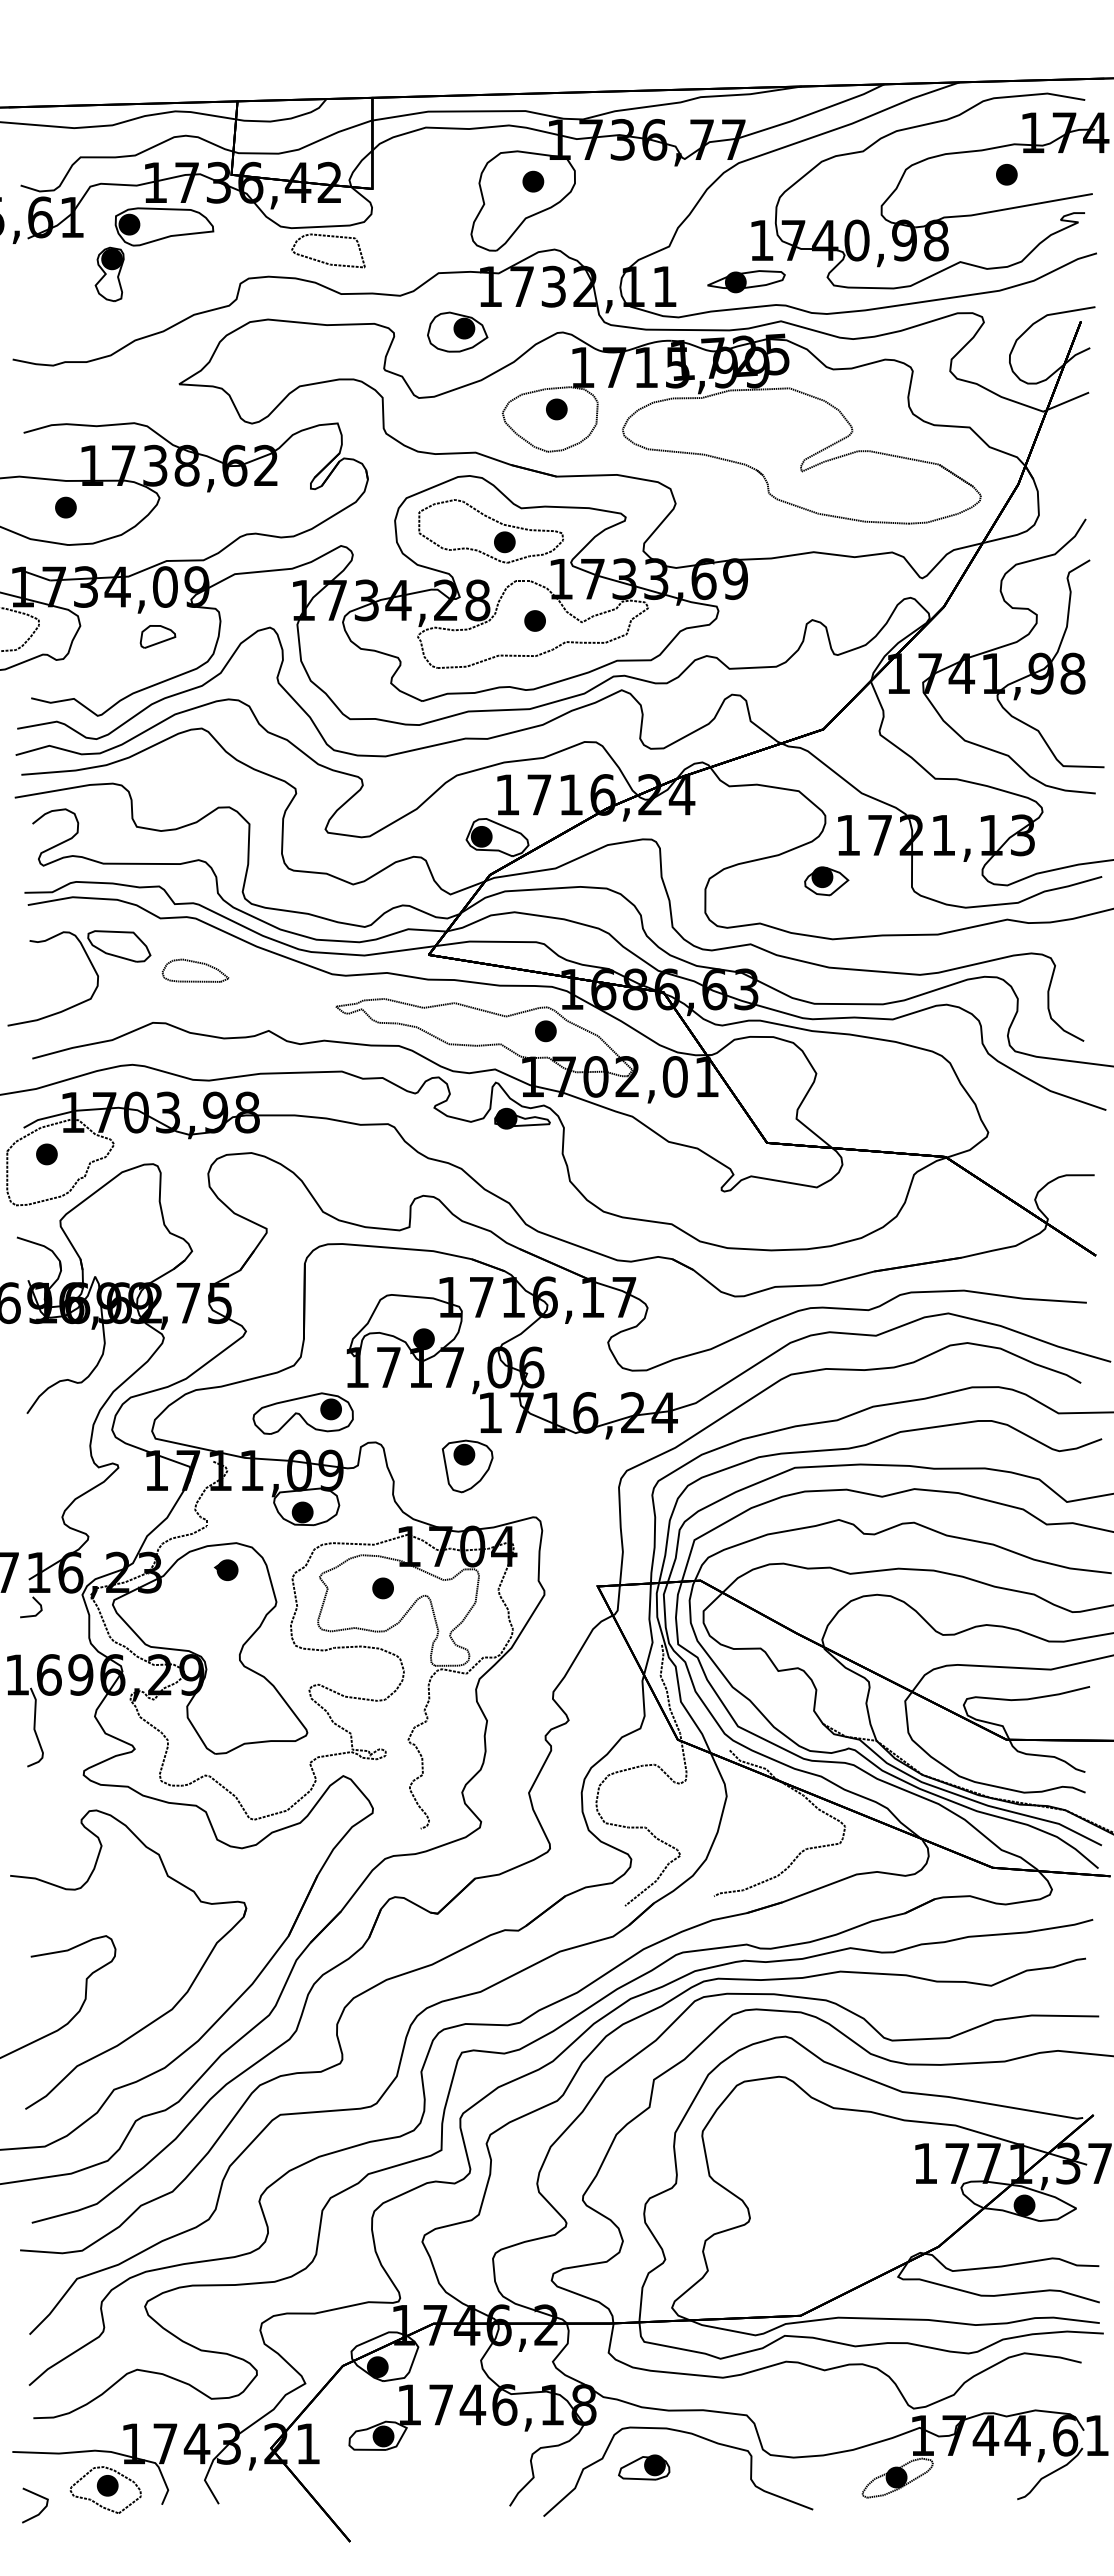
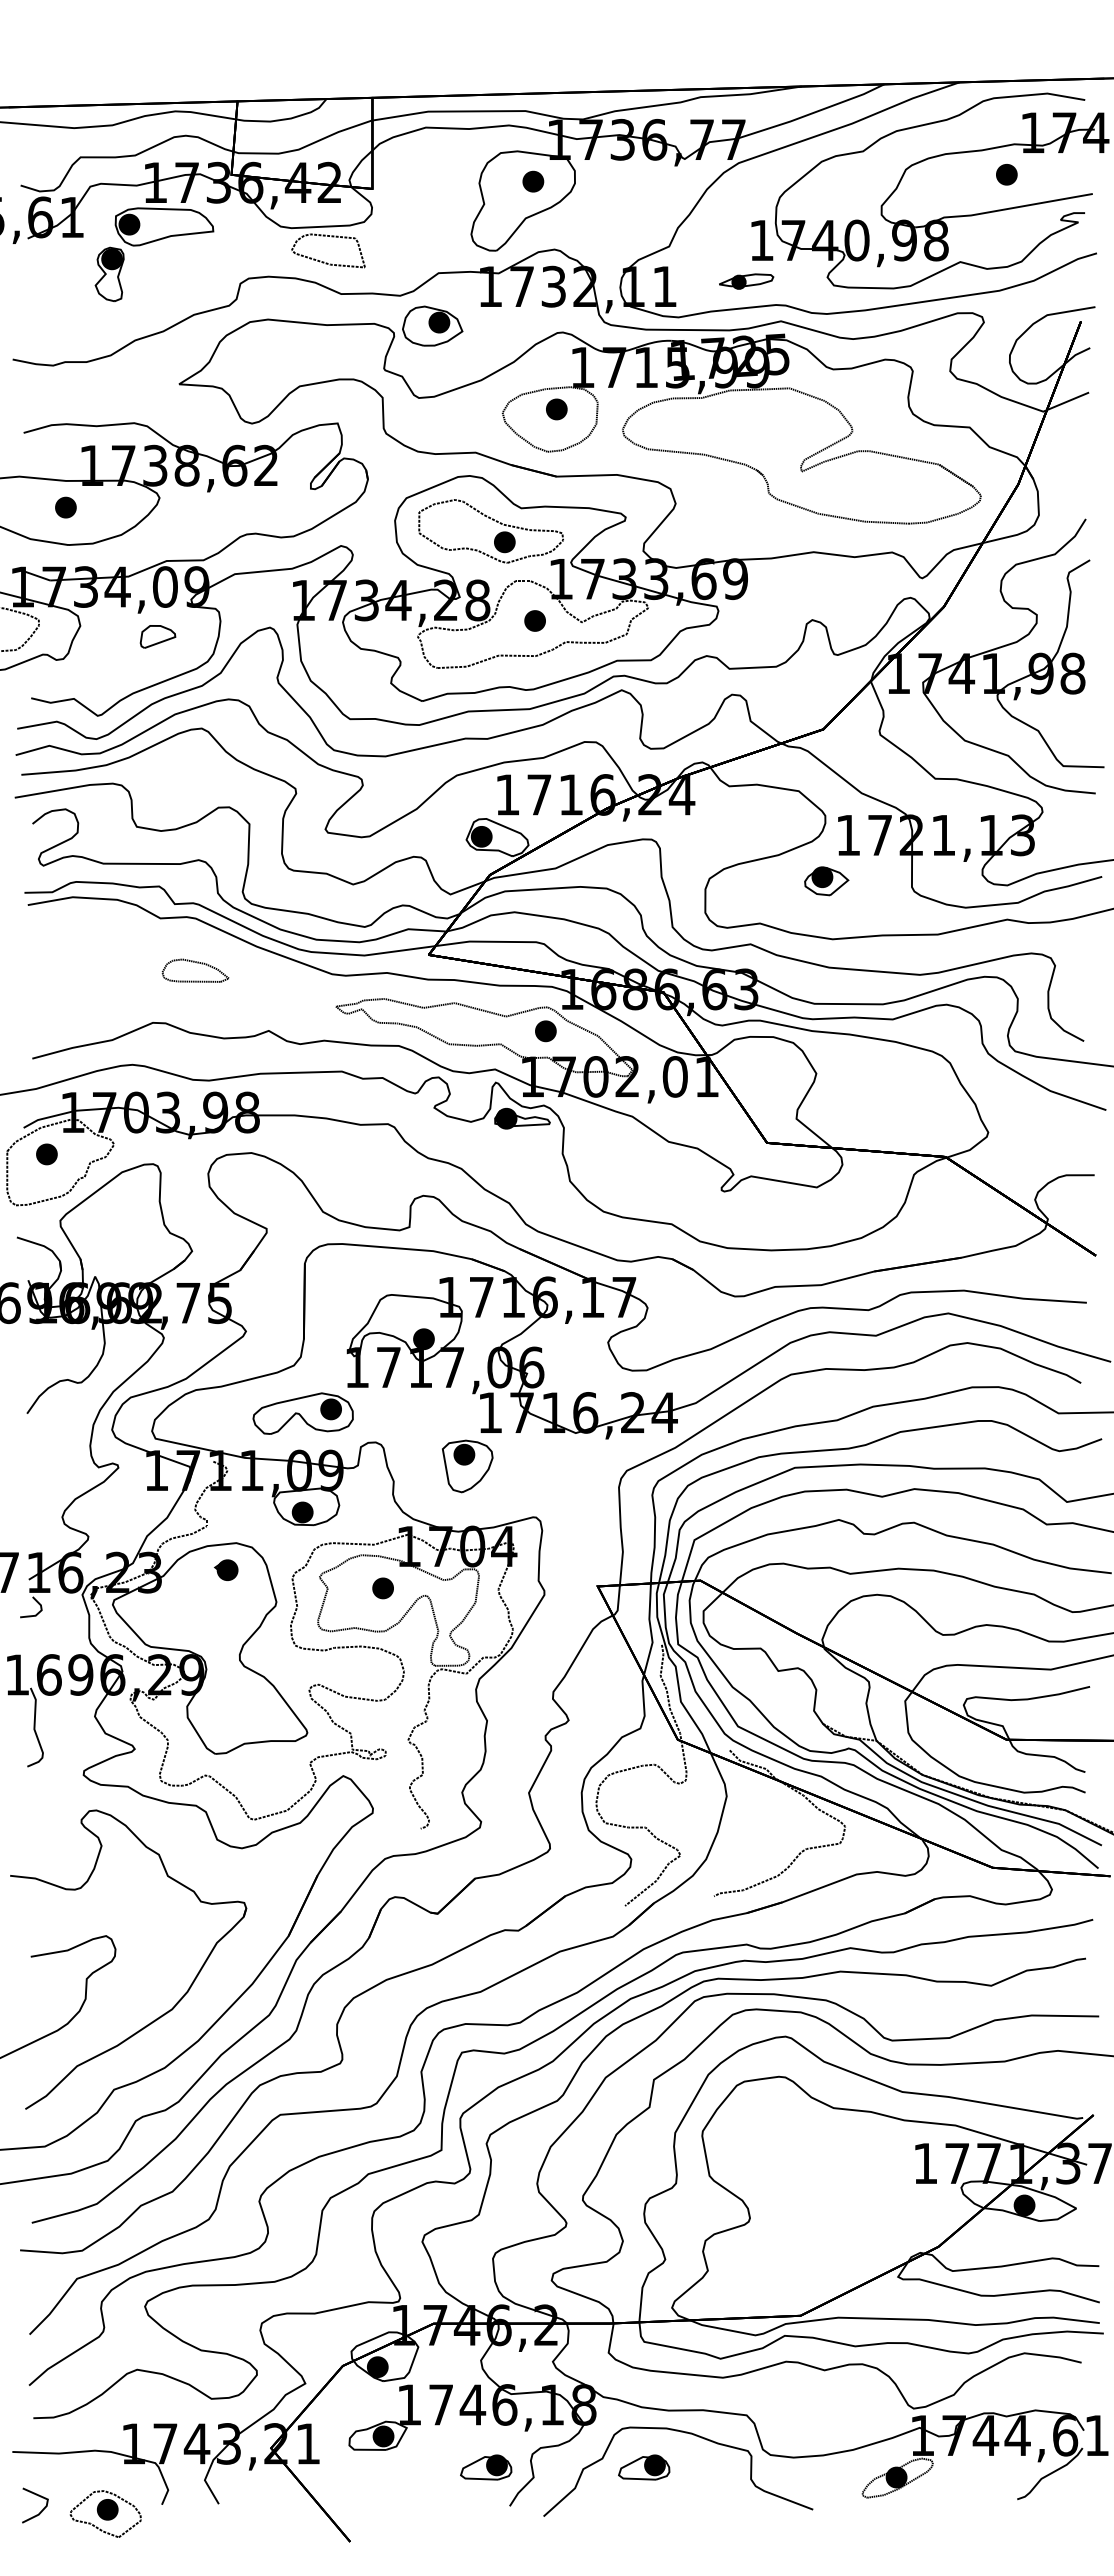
part at (746, 281) size: 79x24 px -> 56x17 px
part at (457, 331) position: (457, 331) -> (432, 325)
part at (94, 971): present -> none
part at (486, 2467): none -> present
part at (105, 2489) position: (105, 2489) -> (105, 2513)
